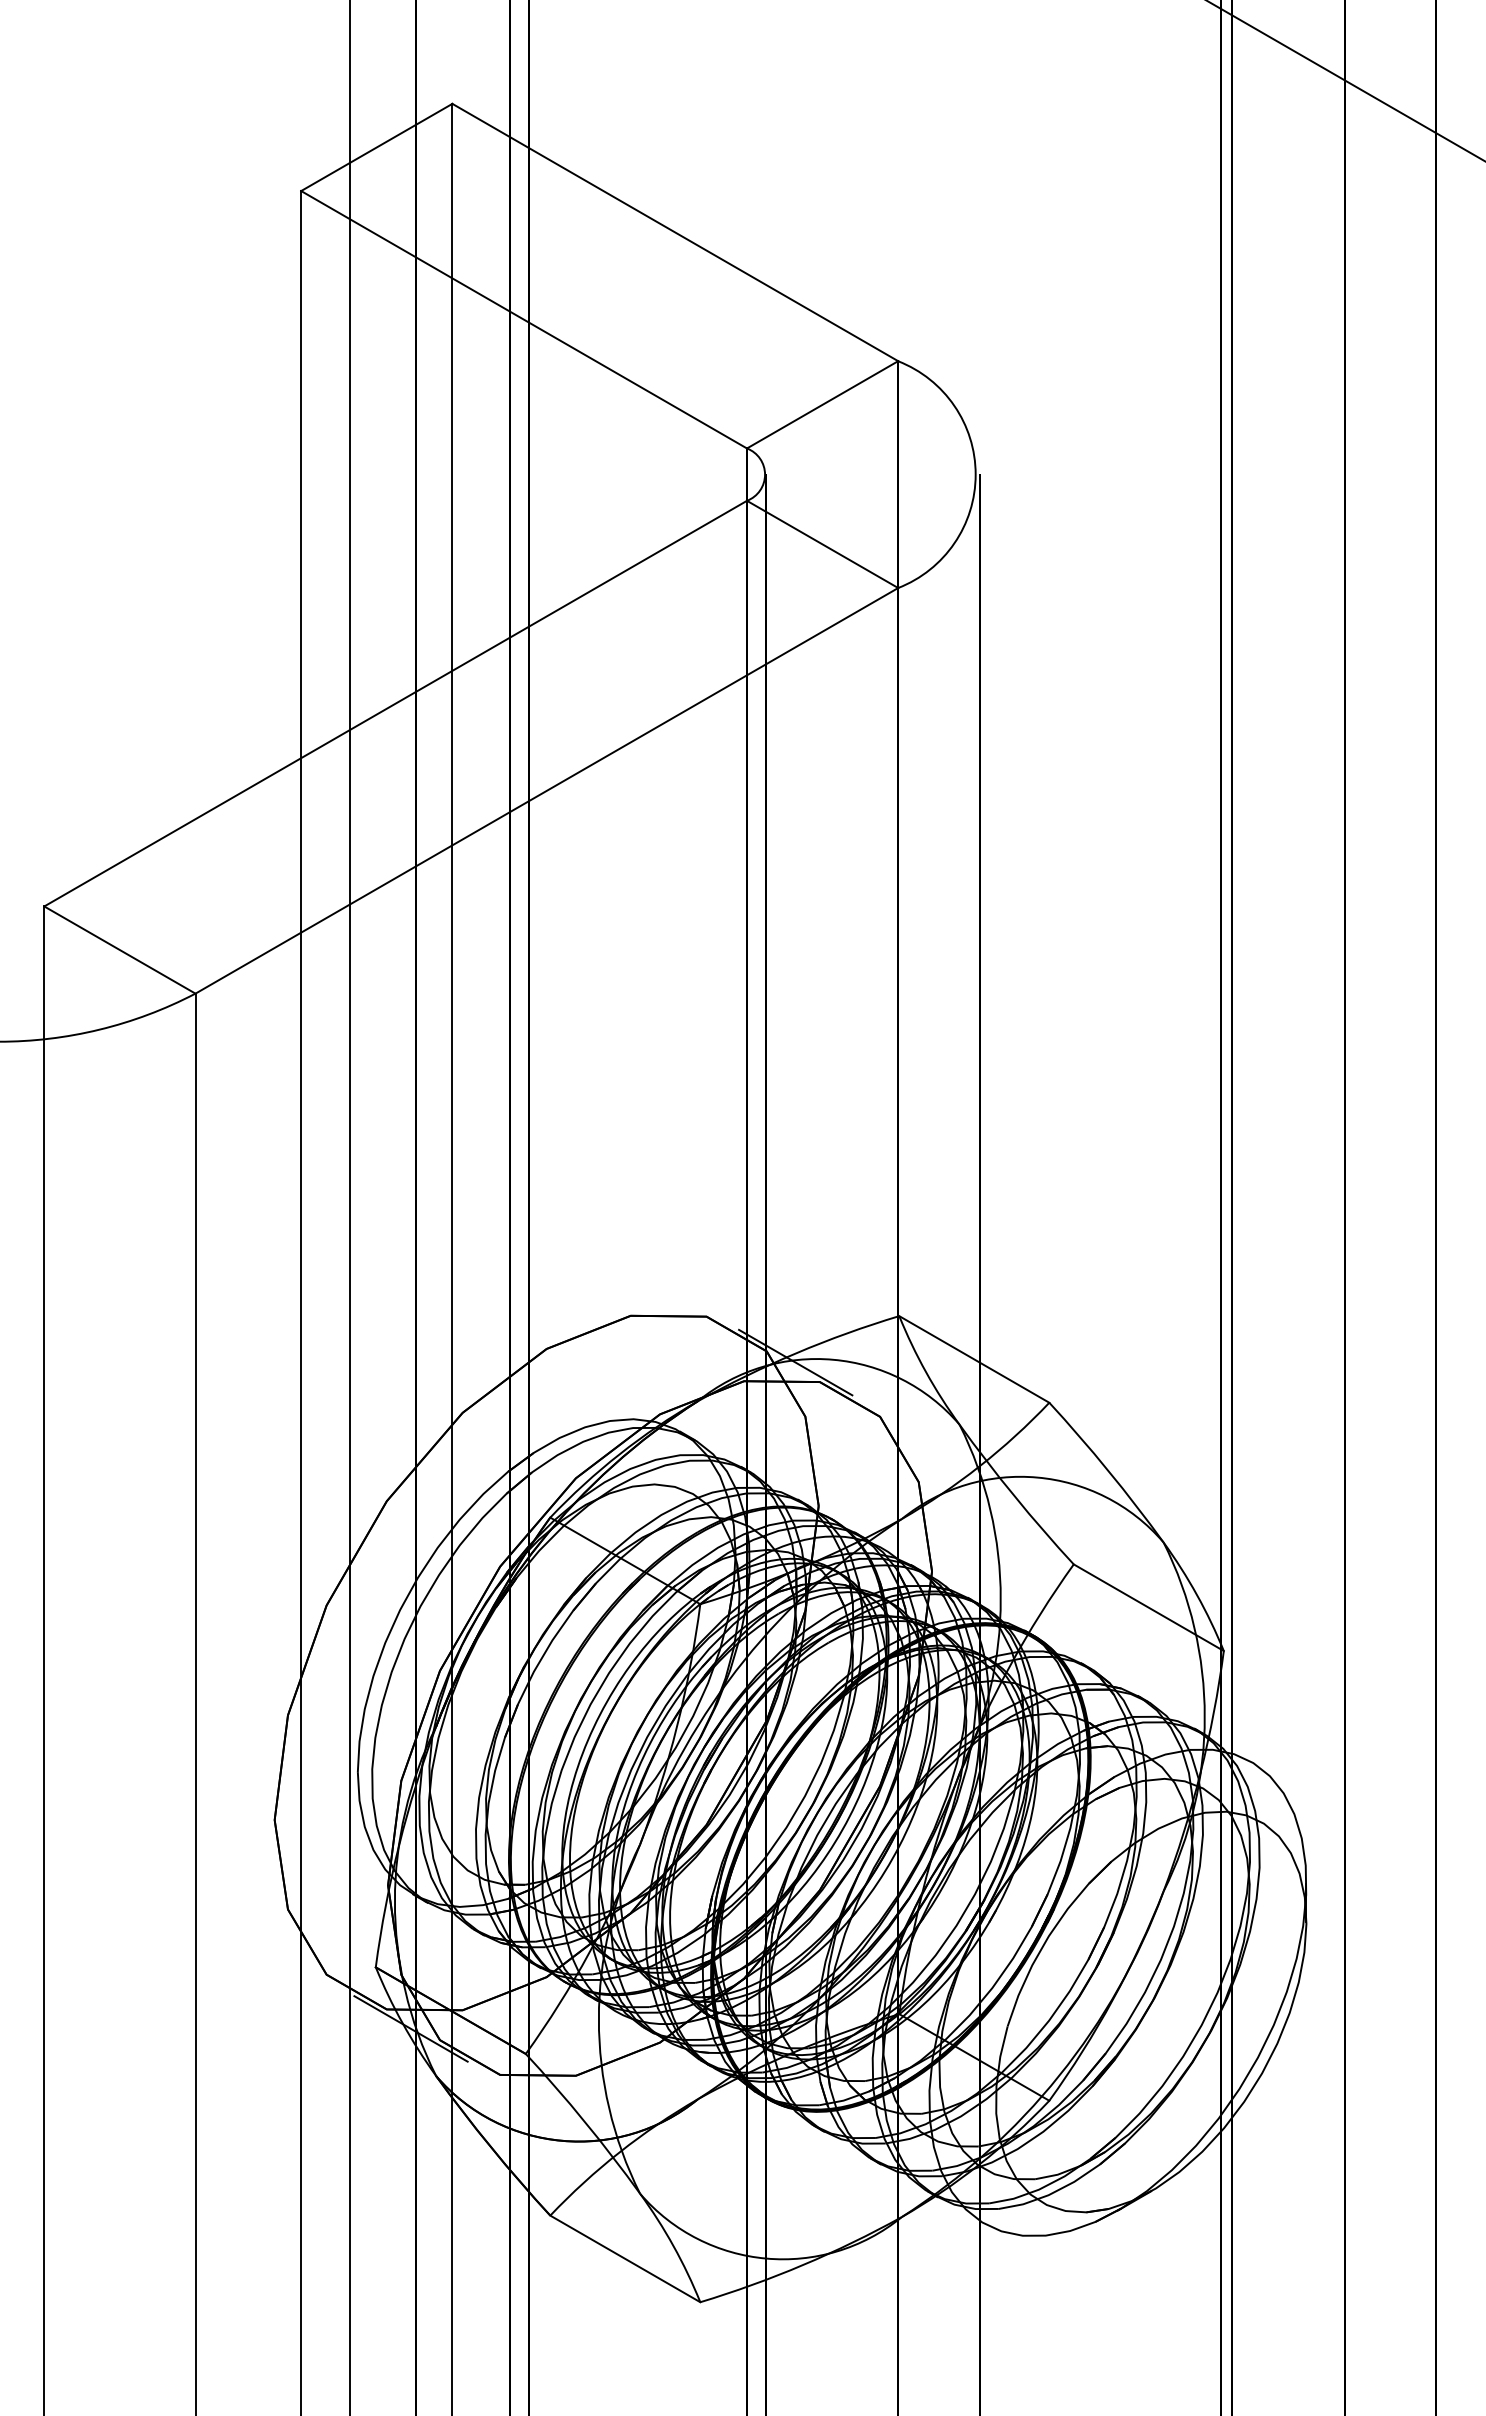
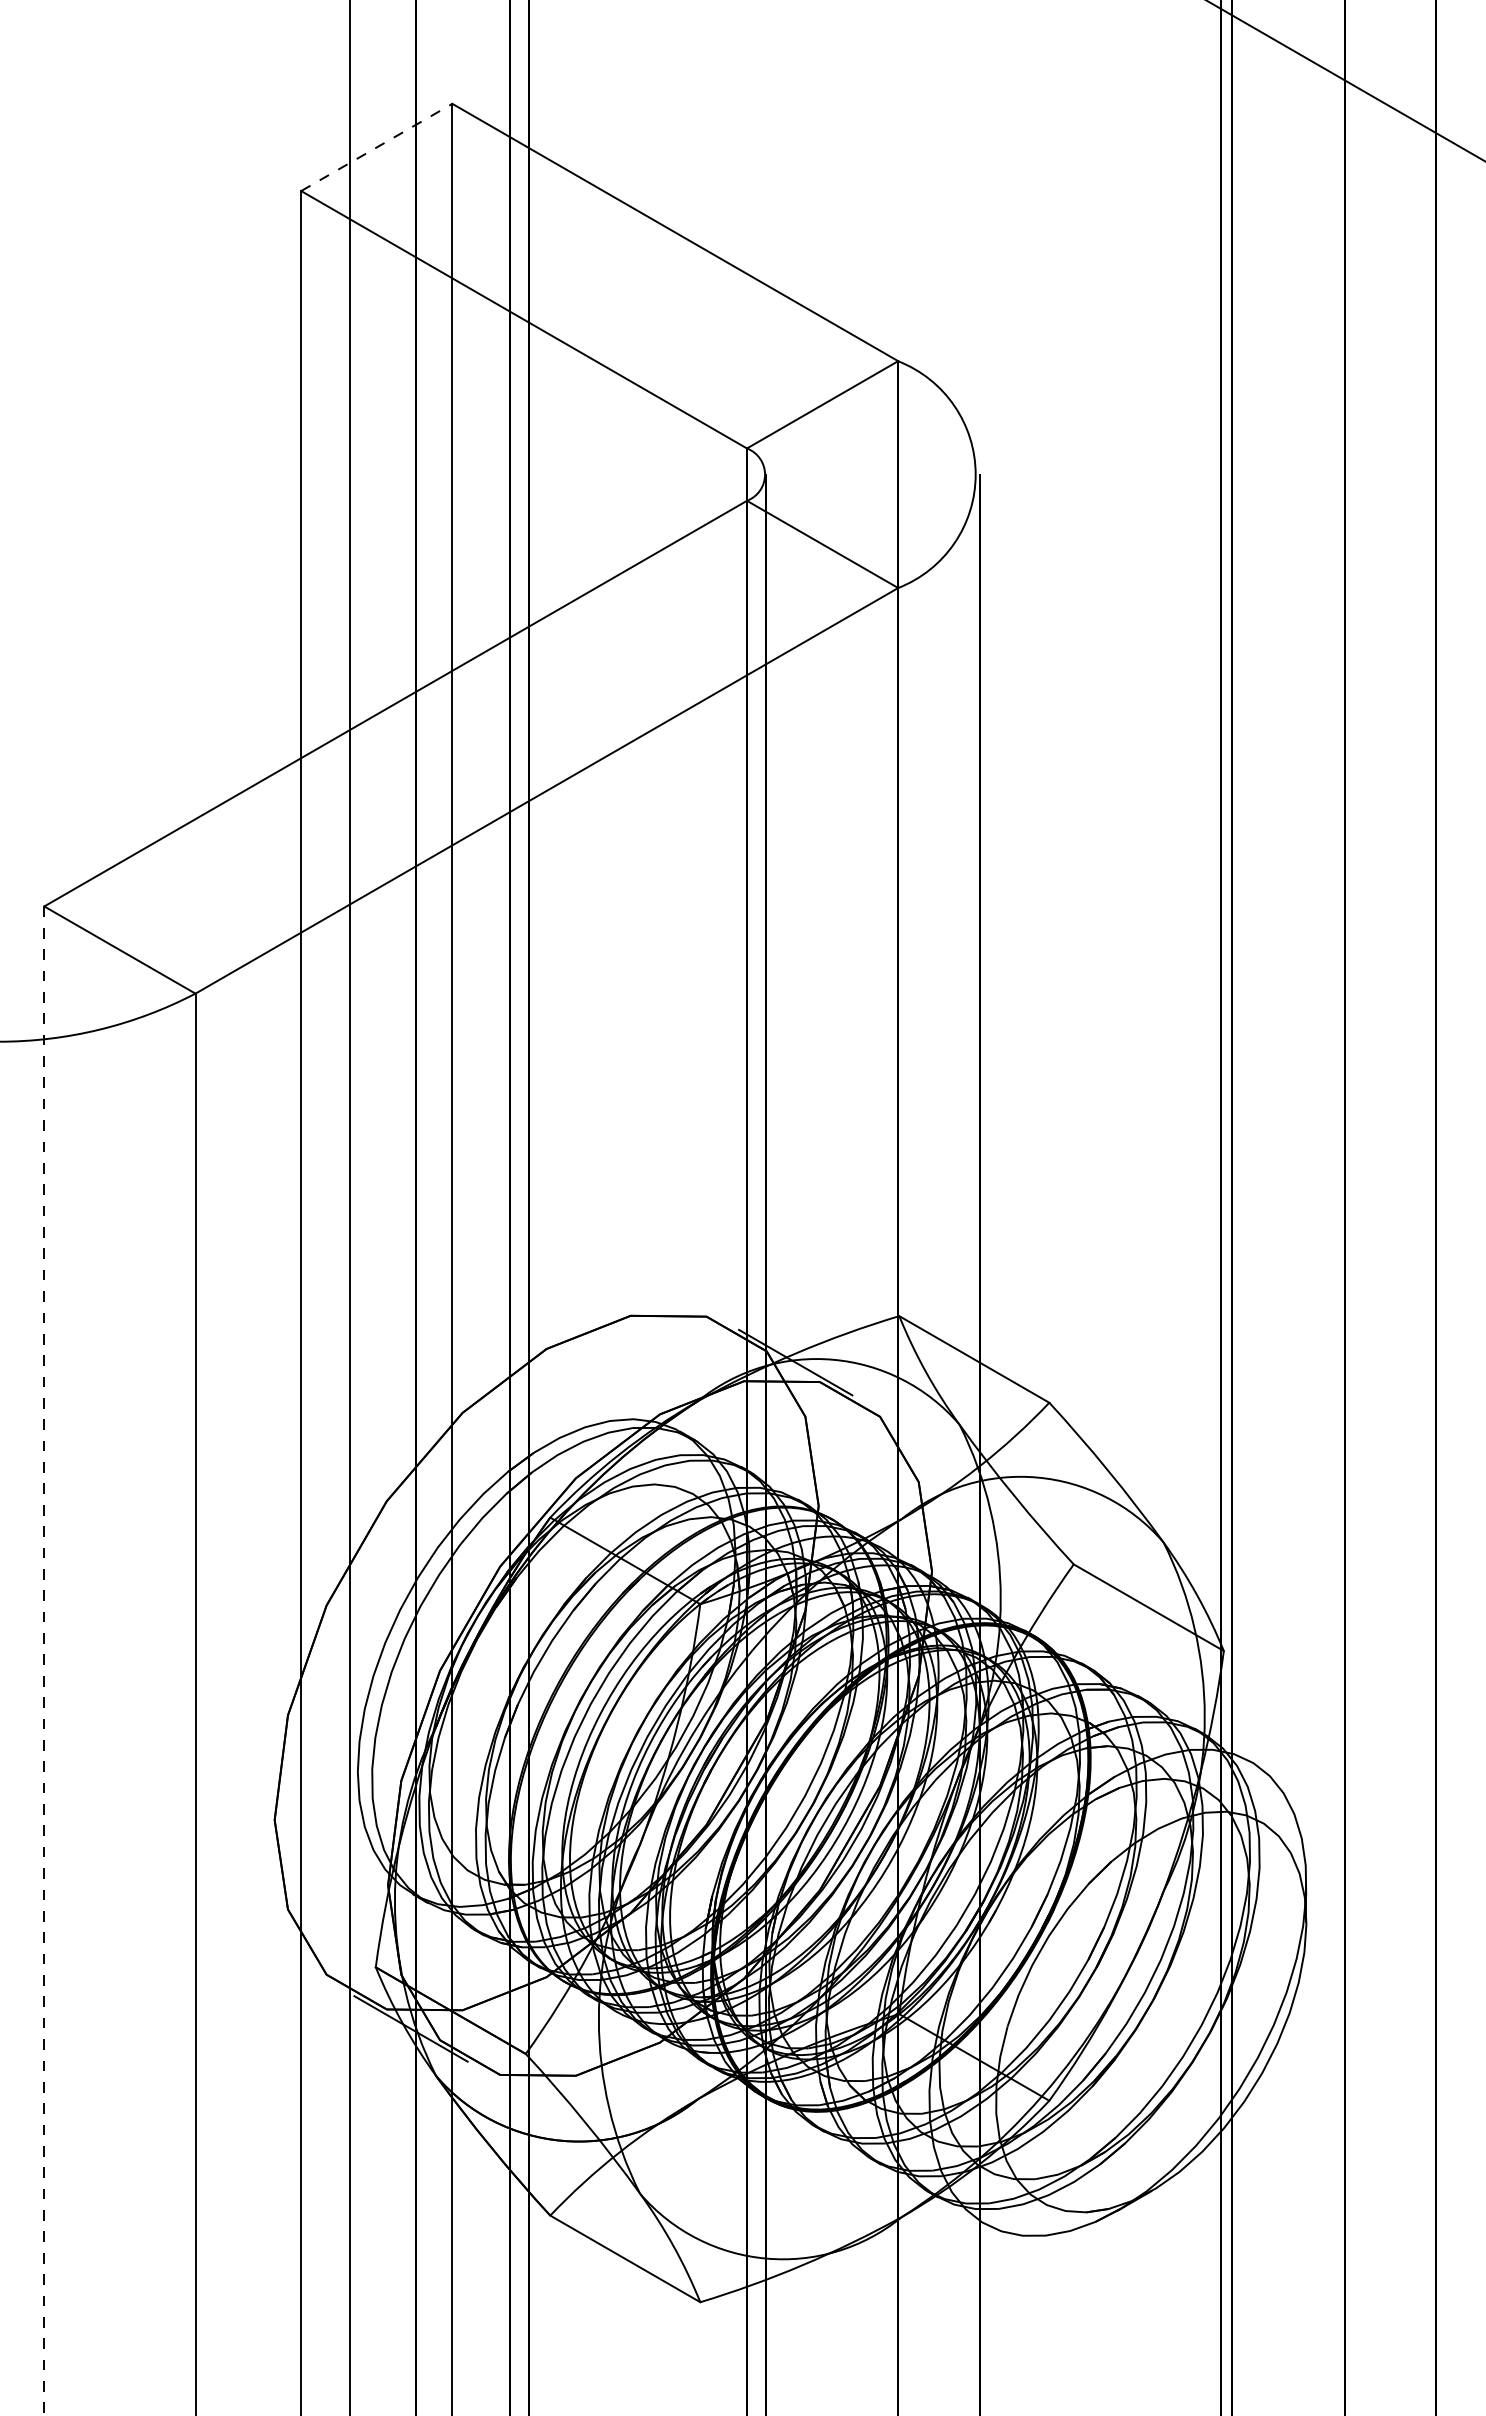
line at (377, 147): solid -> dashed
line at (44, 1661): solid -> dashed
